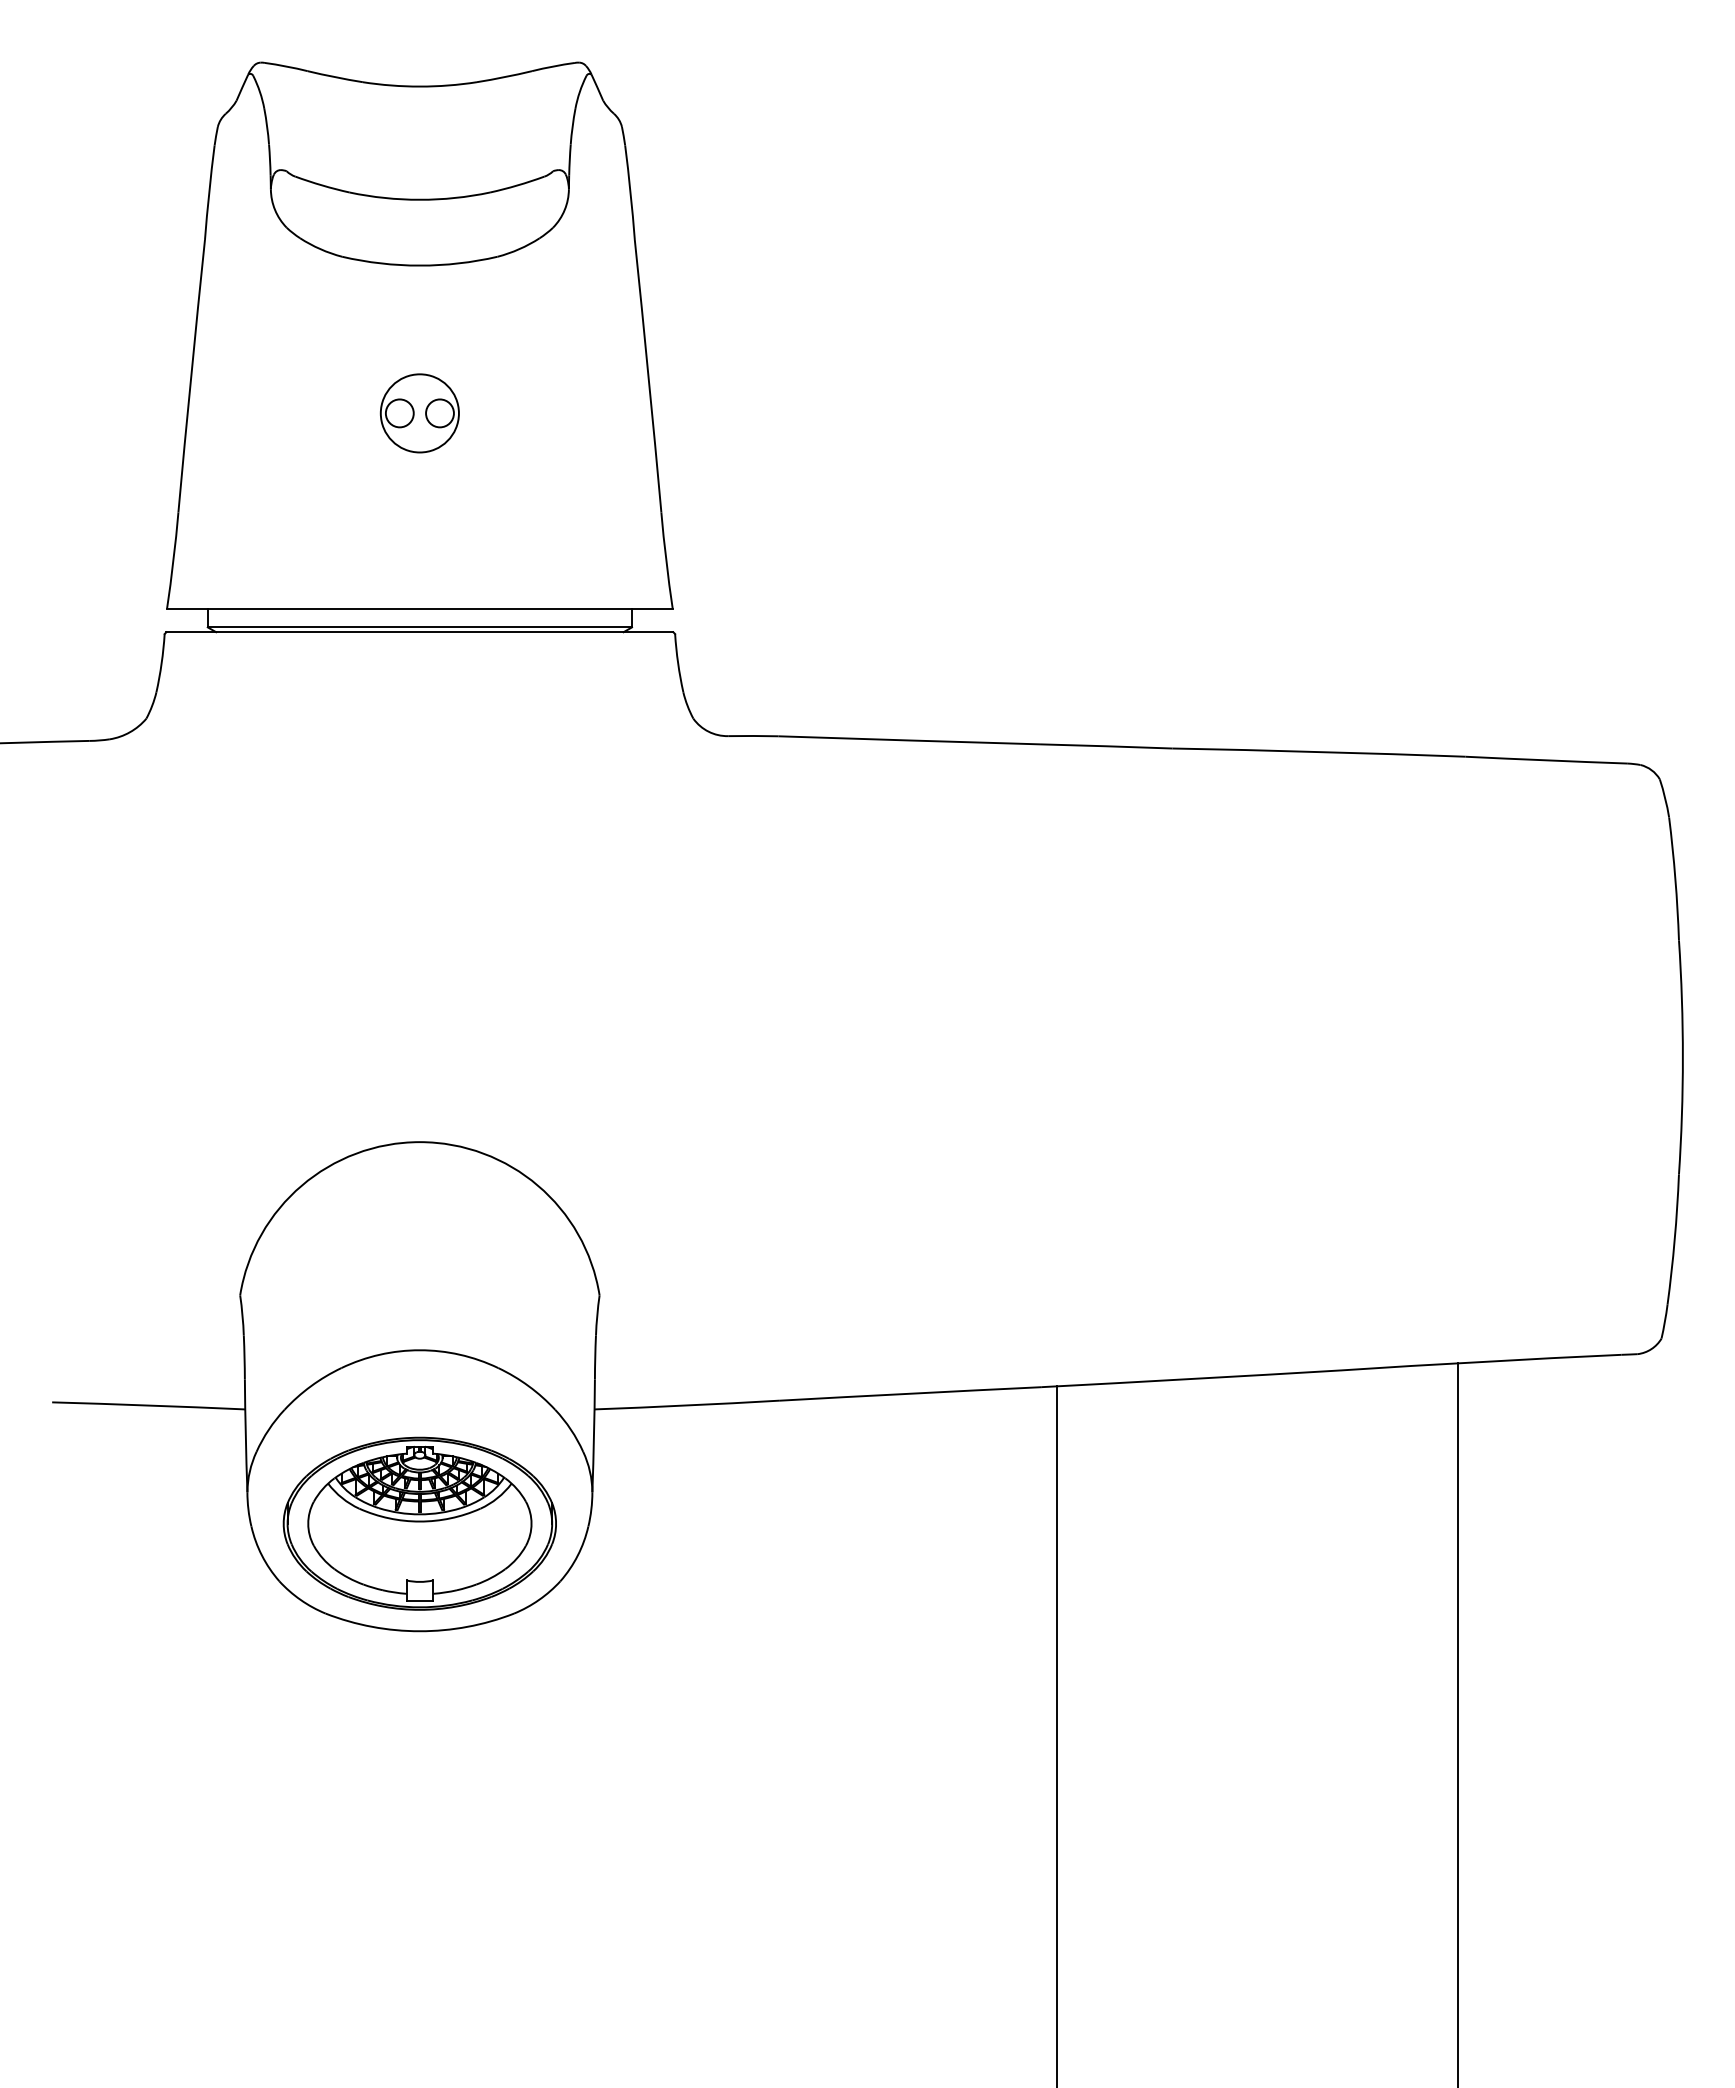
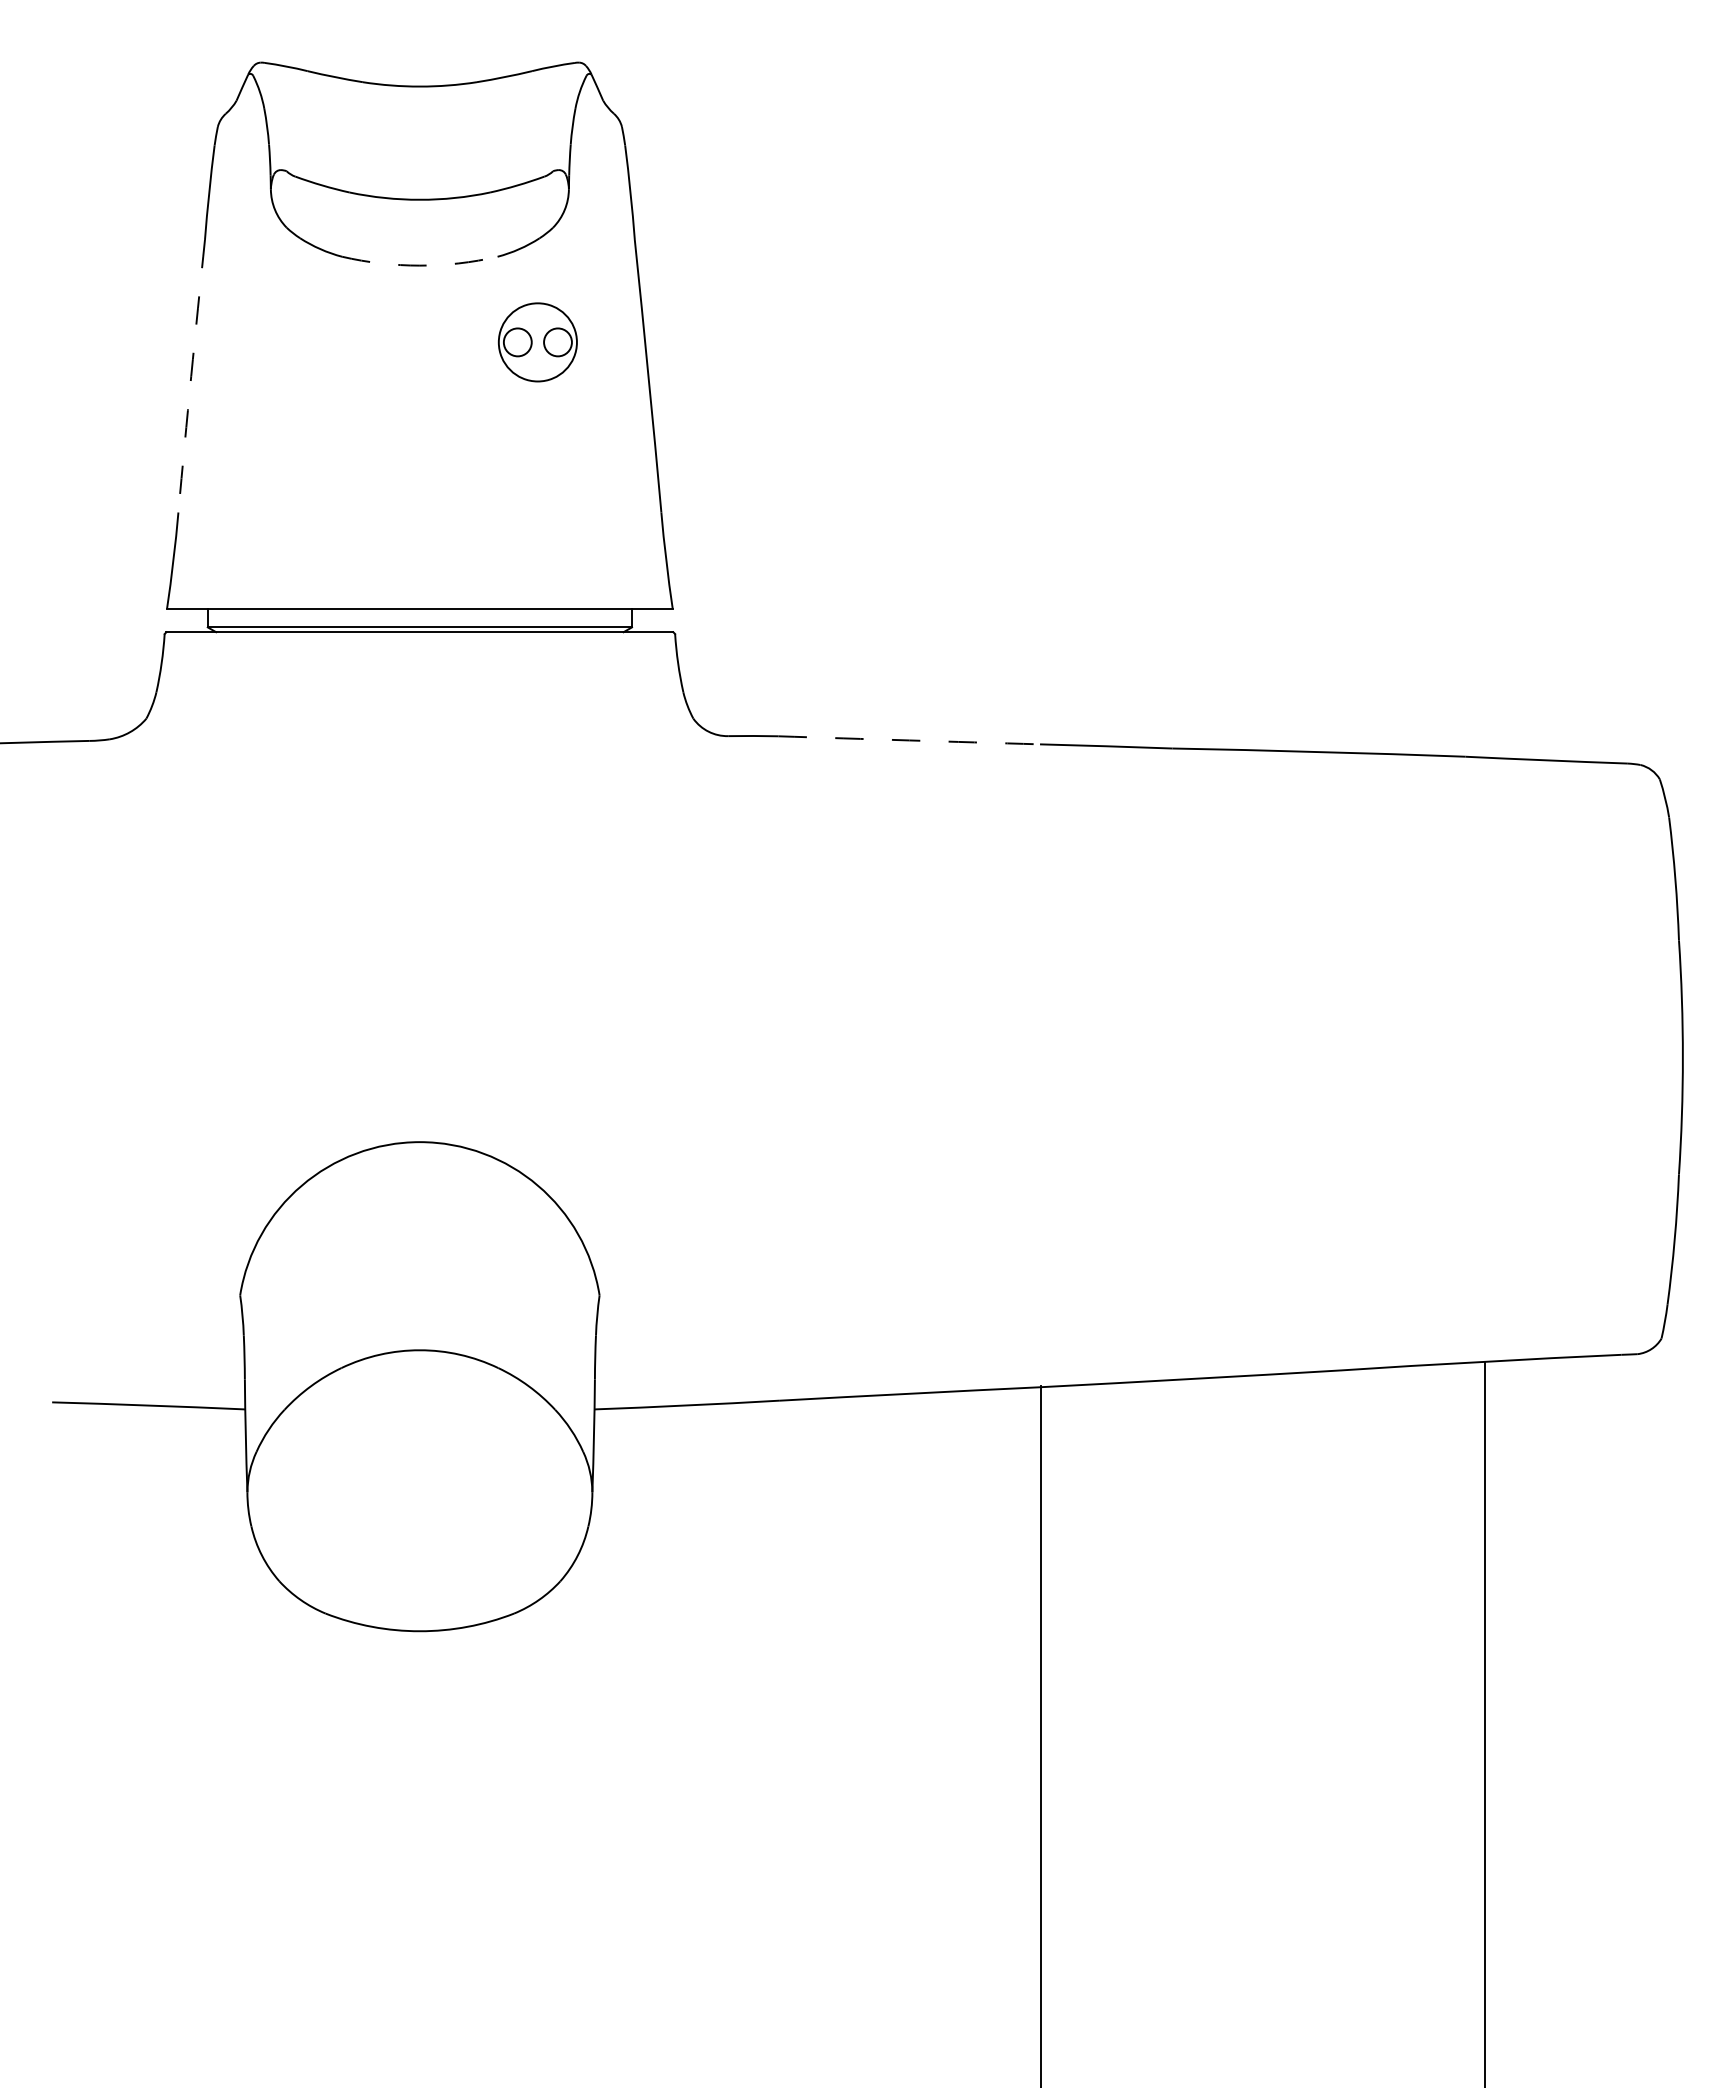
arc at (419, 265): solid -> dashed
arc at (191, 376): solid -> dashed
part at (419, 413) position: (419, 413) -> (537, 342)
arc at (909, 740): solid -> dashed
part at (419, 1523): present -> none
line at (1457, 1723) position: (1457, 1723) -> (1484, 1723)
line at (1056, 1735) position: (1056, 1735) -> (1040, 1735)
